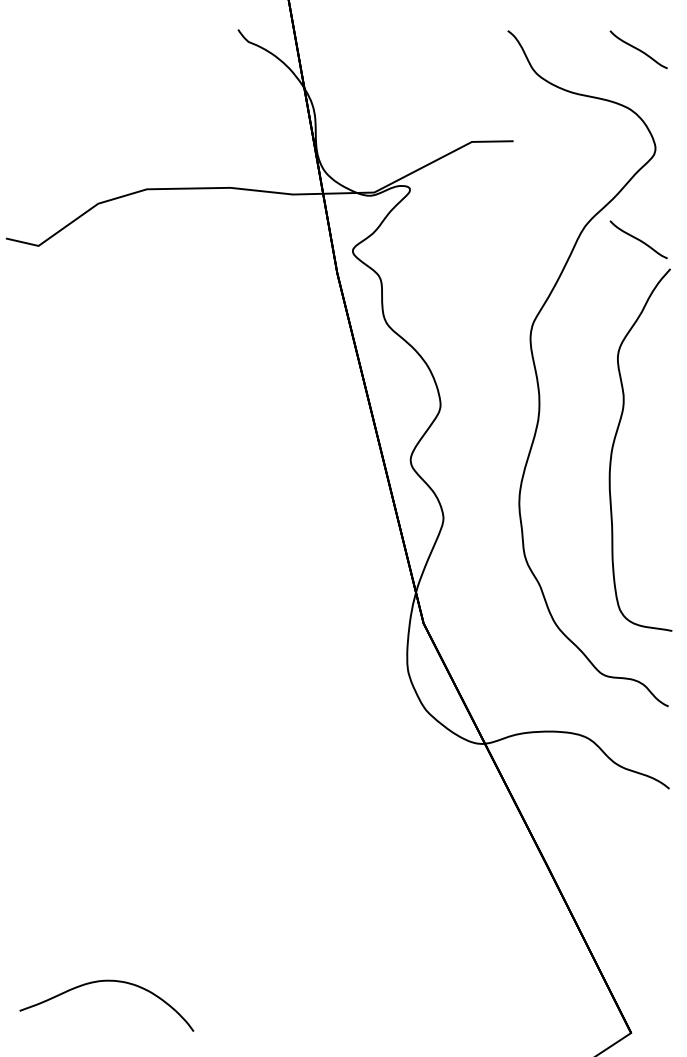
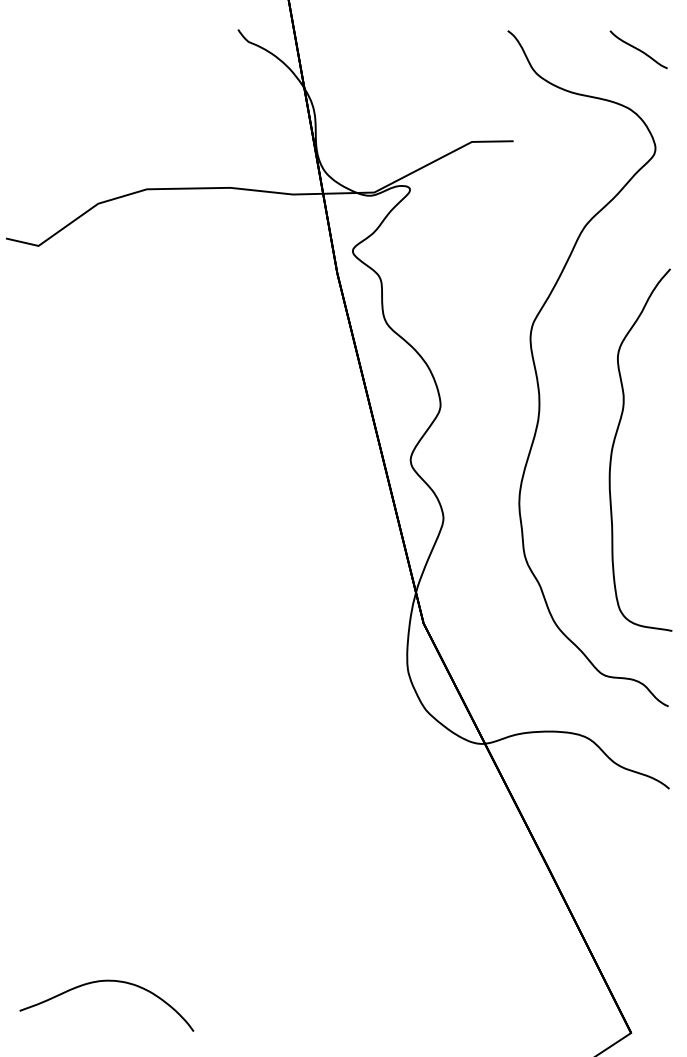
curve at (638, 239): present -> none
